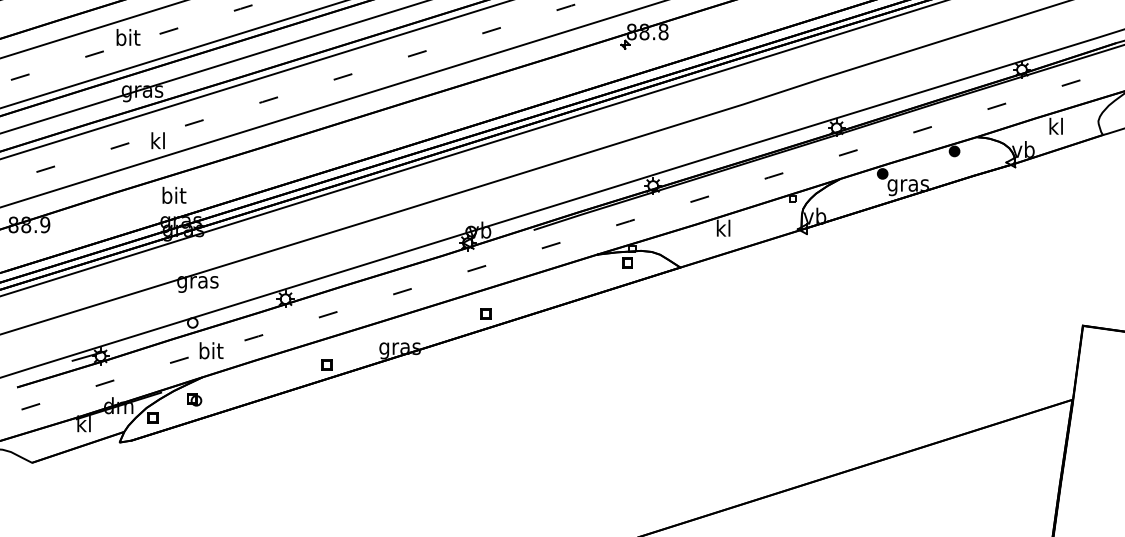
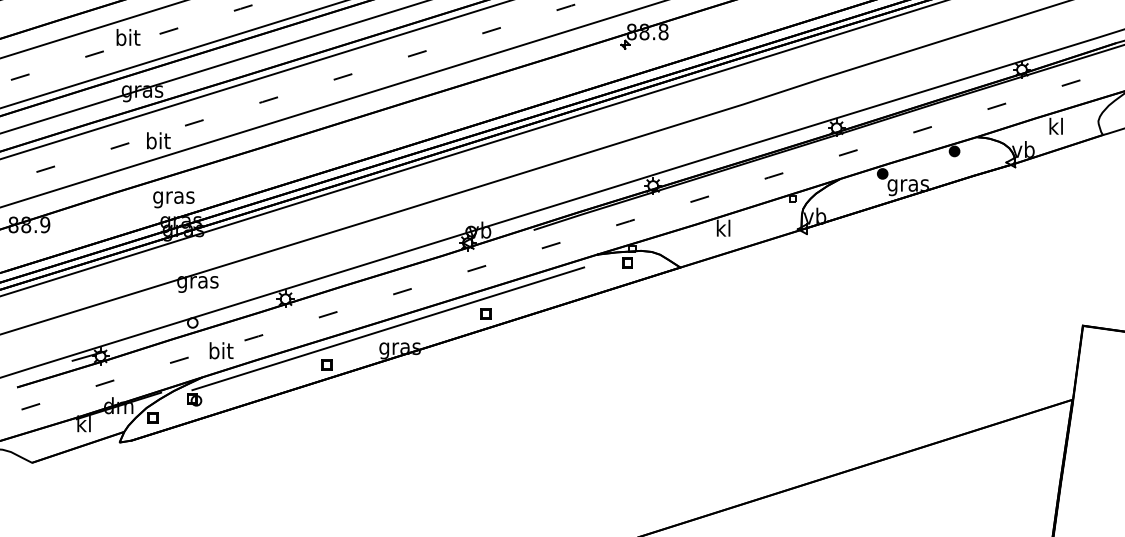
text at (158, 140): kl -> bit
text at (173, 197): bit -> gras
line at (388, 328): none -> present
text at (211, 350) position: (211, 350) -> (221, 350)
